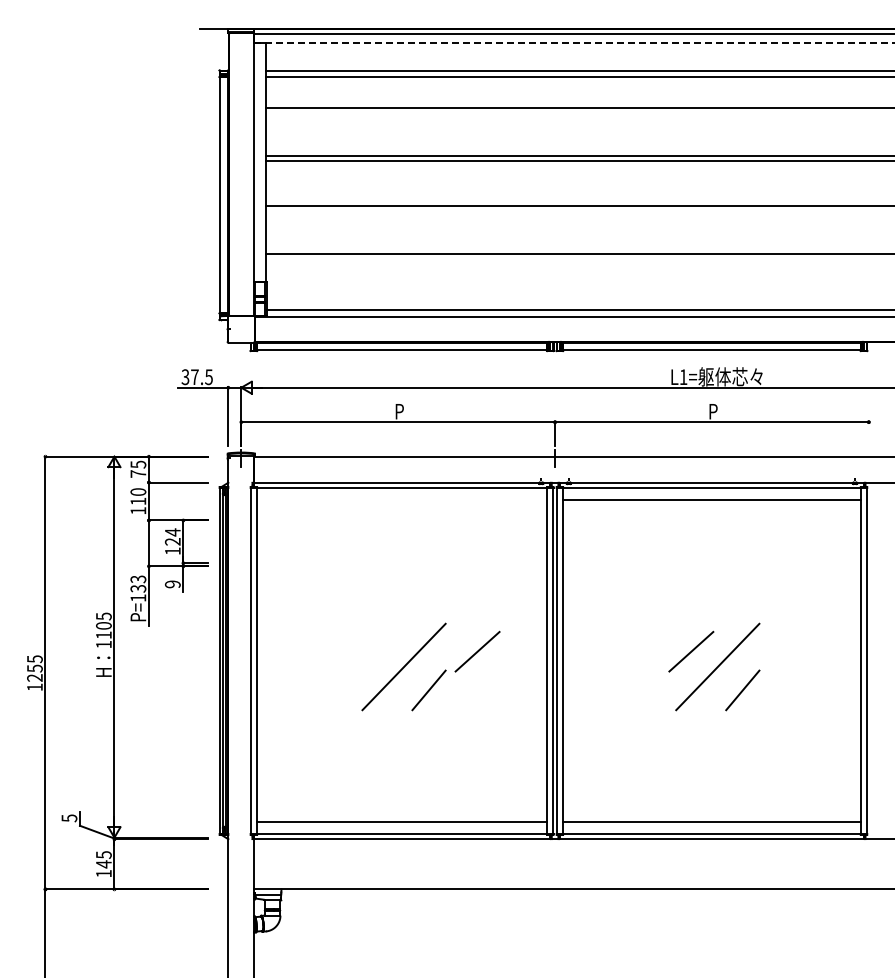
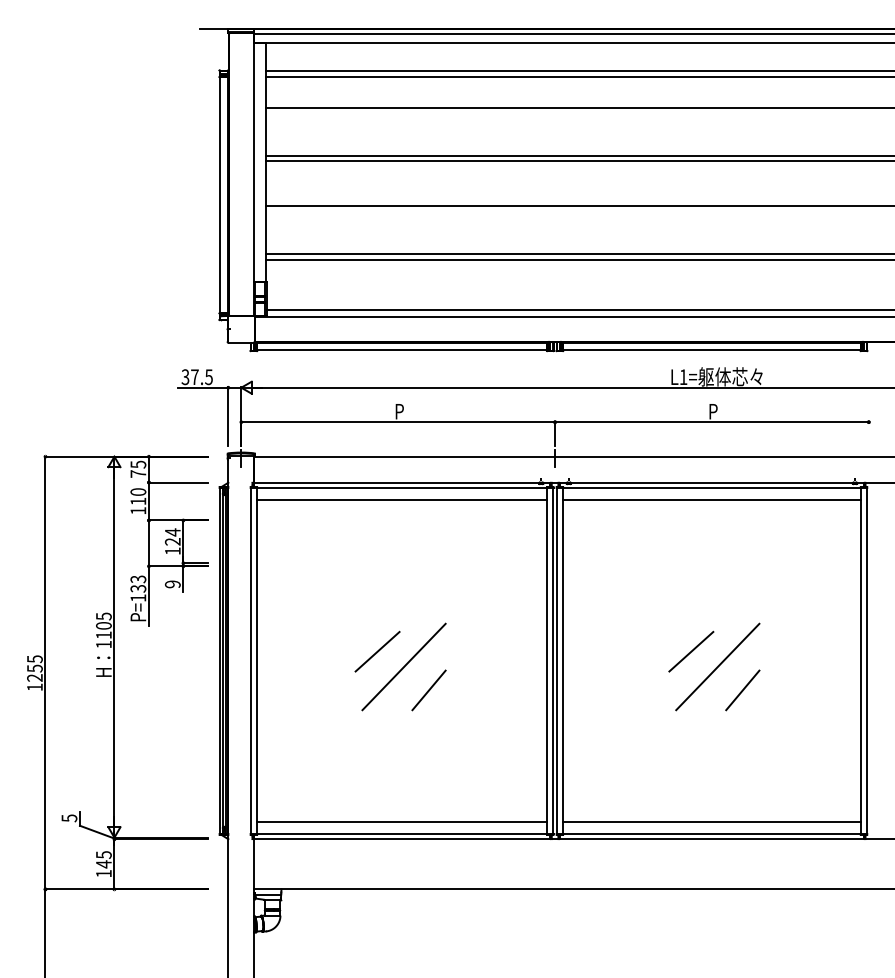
line at (574, 43): dashed -> solid
line at (578, 259): none -> present
line at (402, 499): none -> present
line at (477, 651) position: (477, 651) -> (377, 651)
